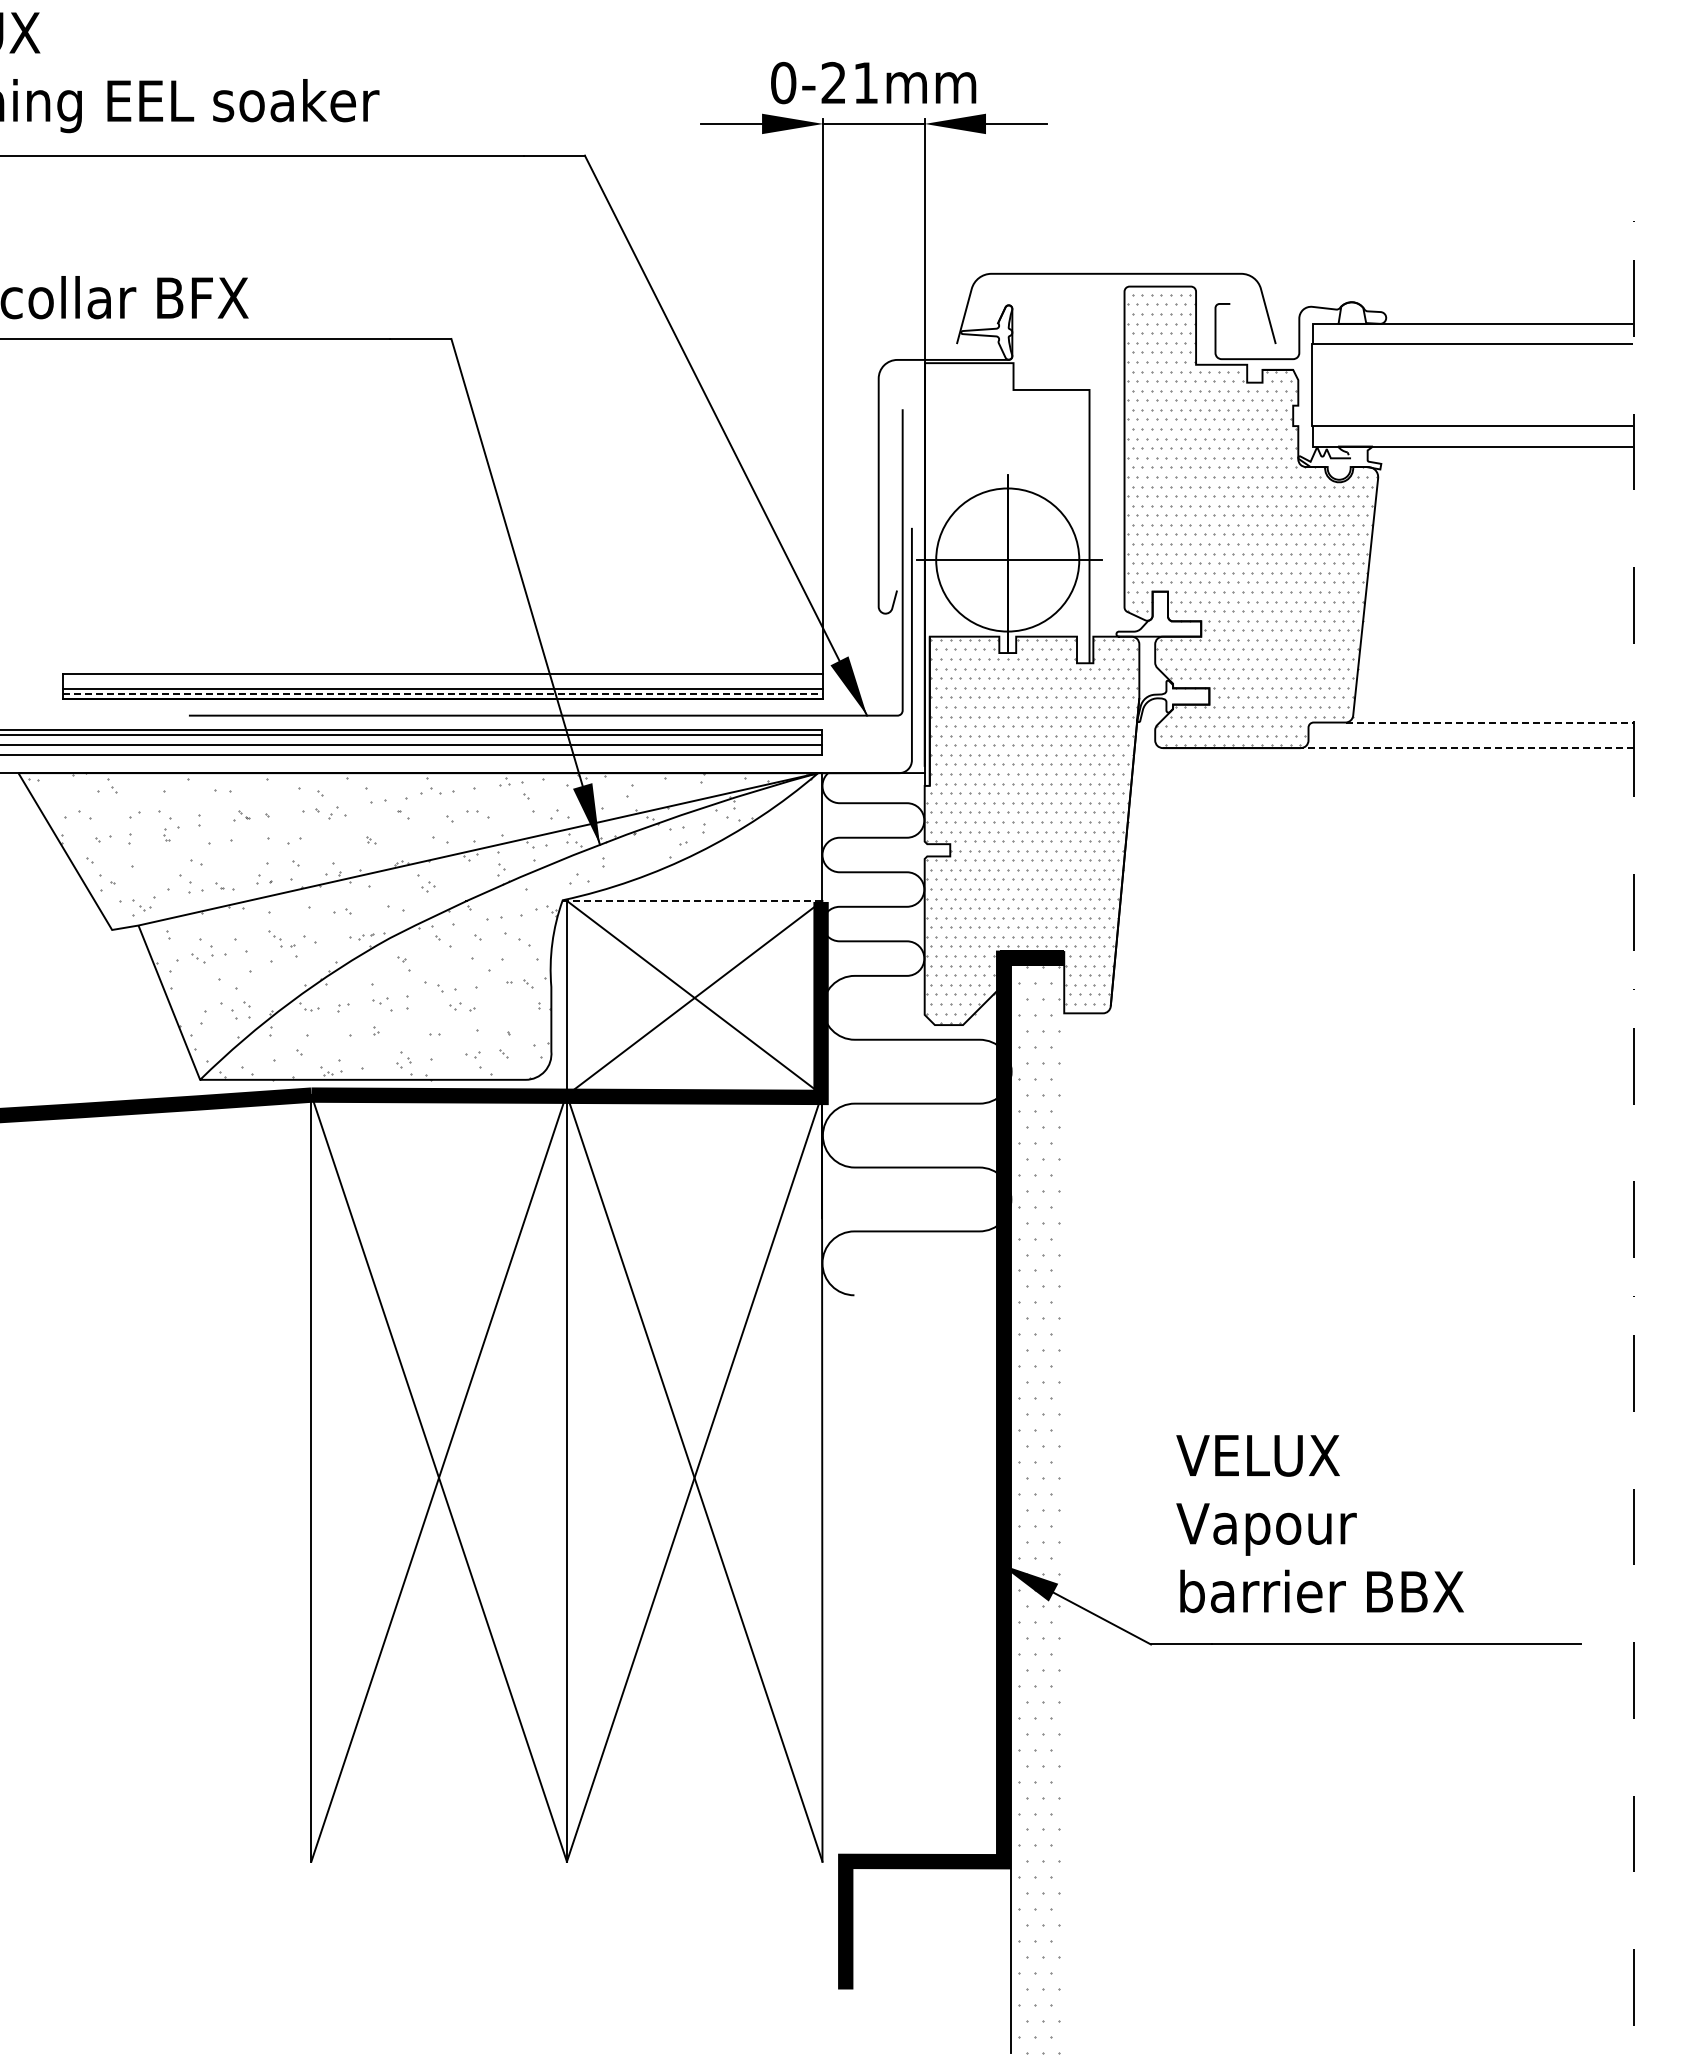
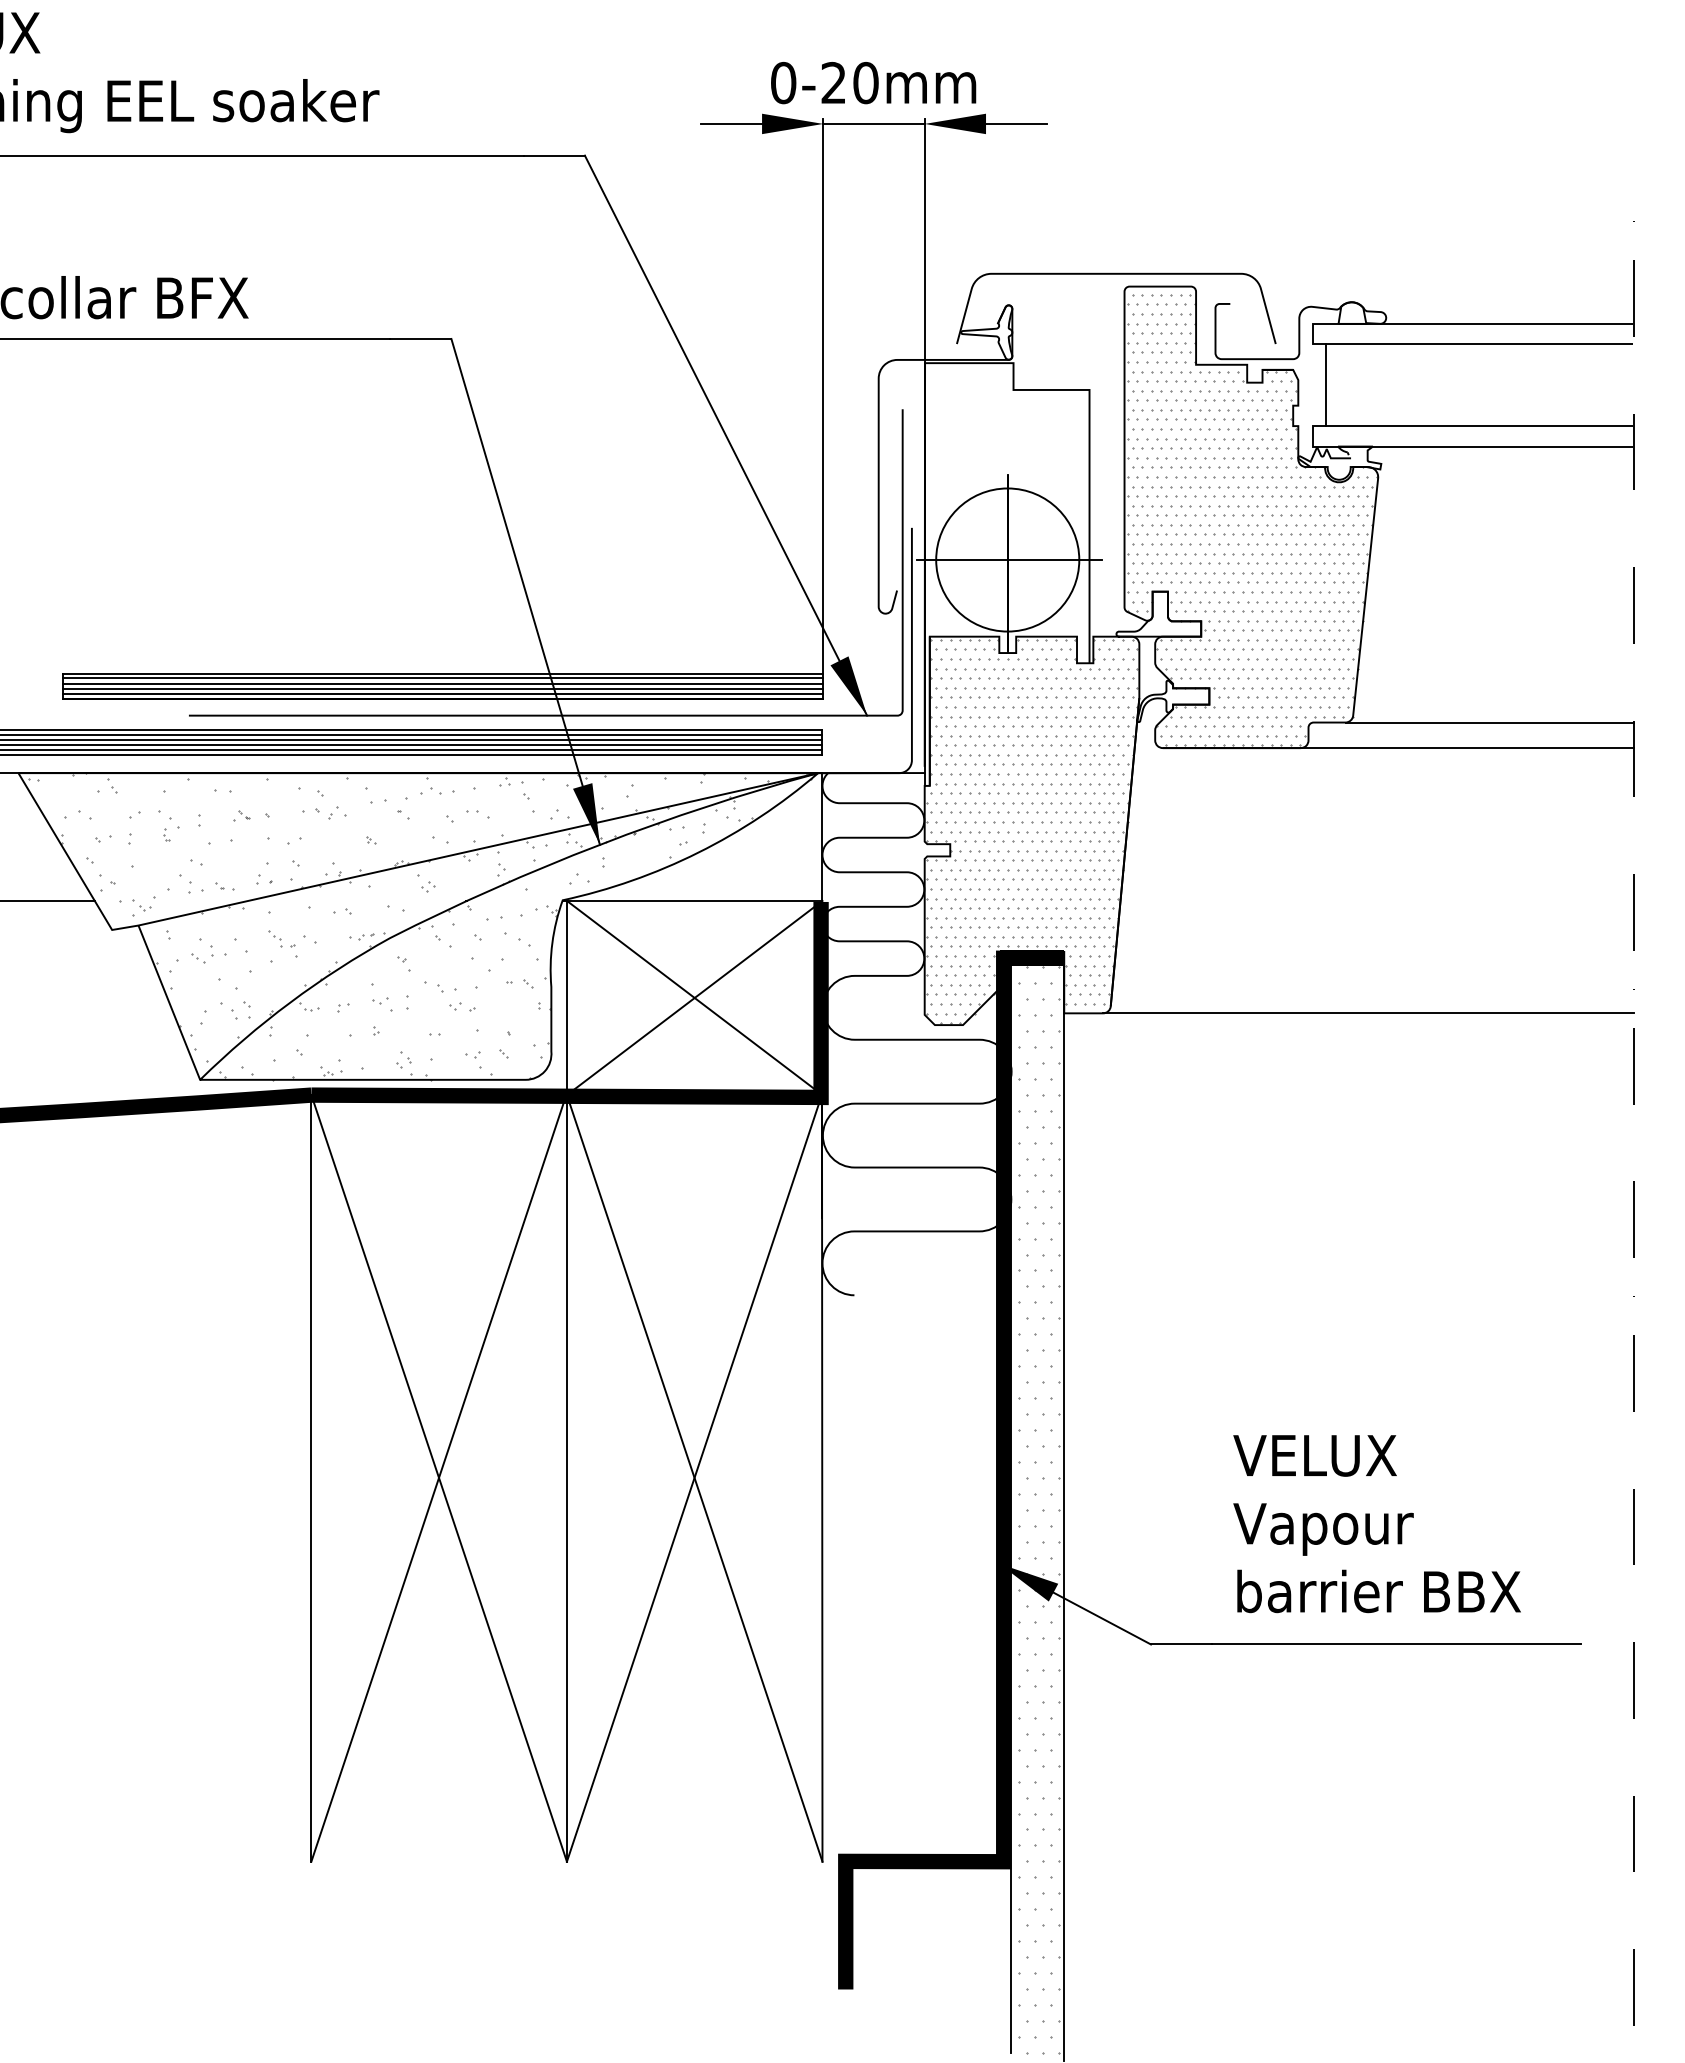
text at (865, 82): 0-21mm -> 0-20mm
line at (1312, 385) position: (1312, 385) -> (1326, 385)
line at (443, 678): none -> present
line at (443, 683): none -> present
line at (443, 693): dashed -> solid
line at (1490, 722): dashed -> solid
line at (412, 739): none -> present
line at (1467, 748): dashed -> solid
line at (412, 750): none -> present
line at (48, 900): none -> present
line at (694, 900): dashed -> solid
line at (1368, 1013): none -> present
line at (1064, 1505): none -> present
text at (1319, 1524) position: (1319, 1524) -> (1376, 1524)
